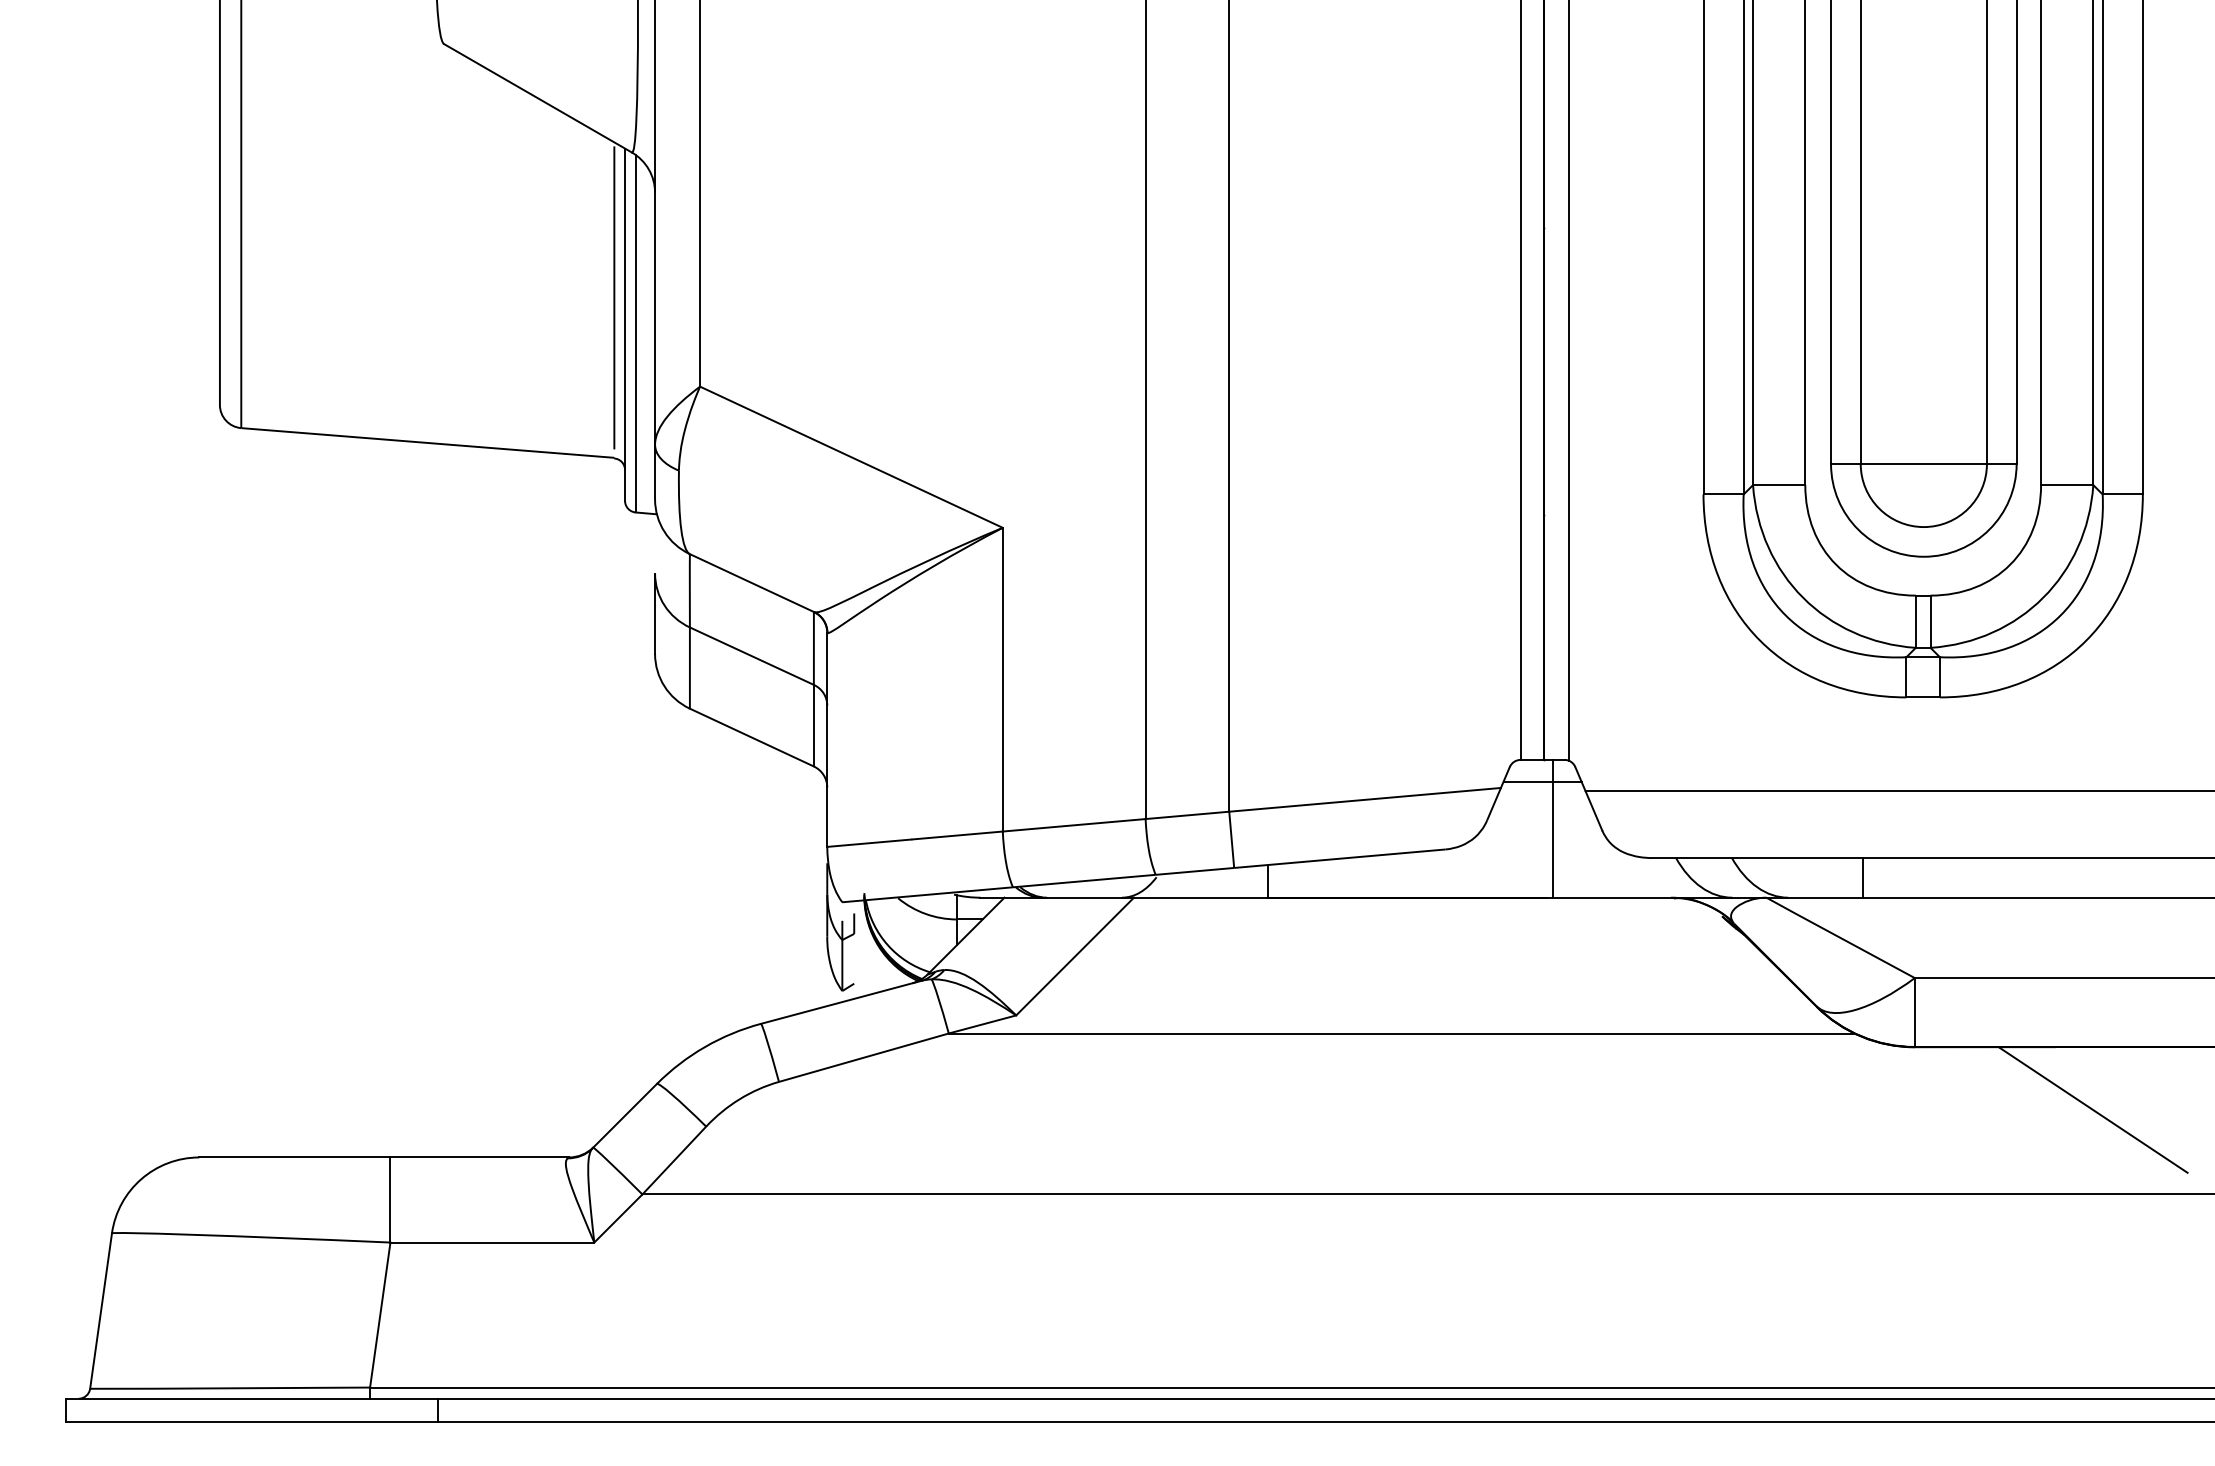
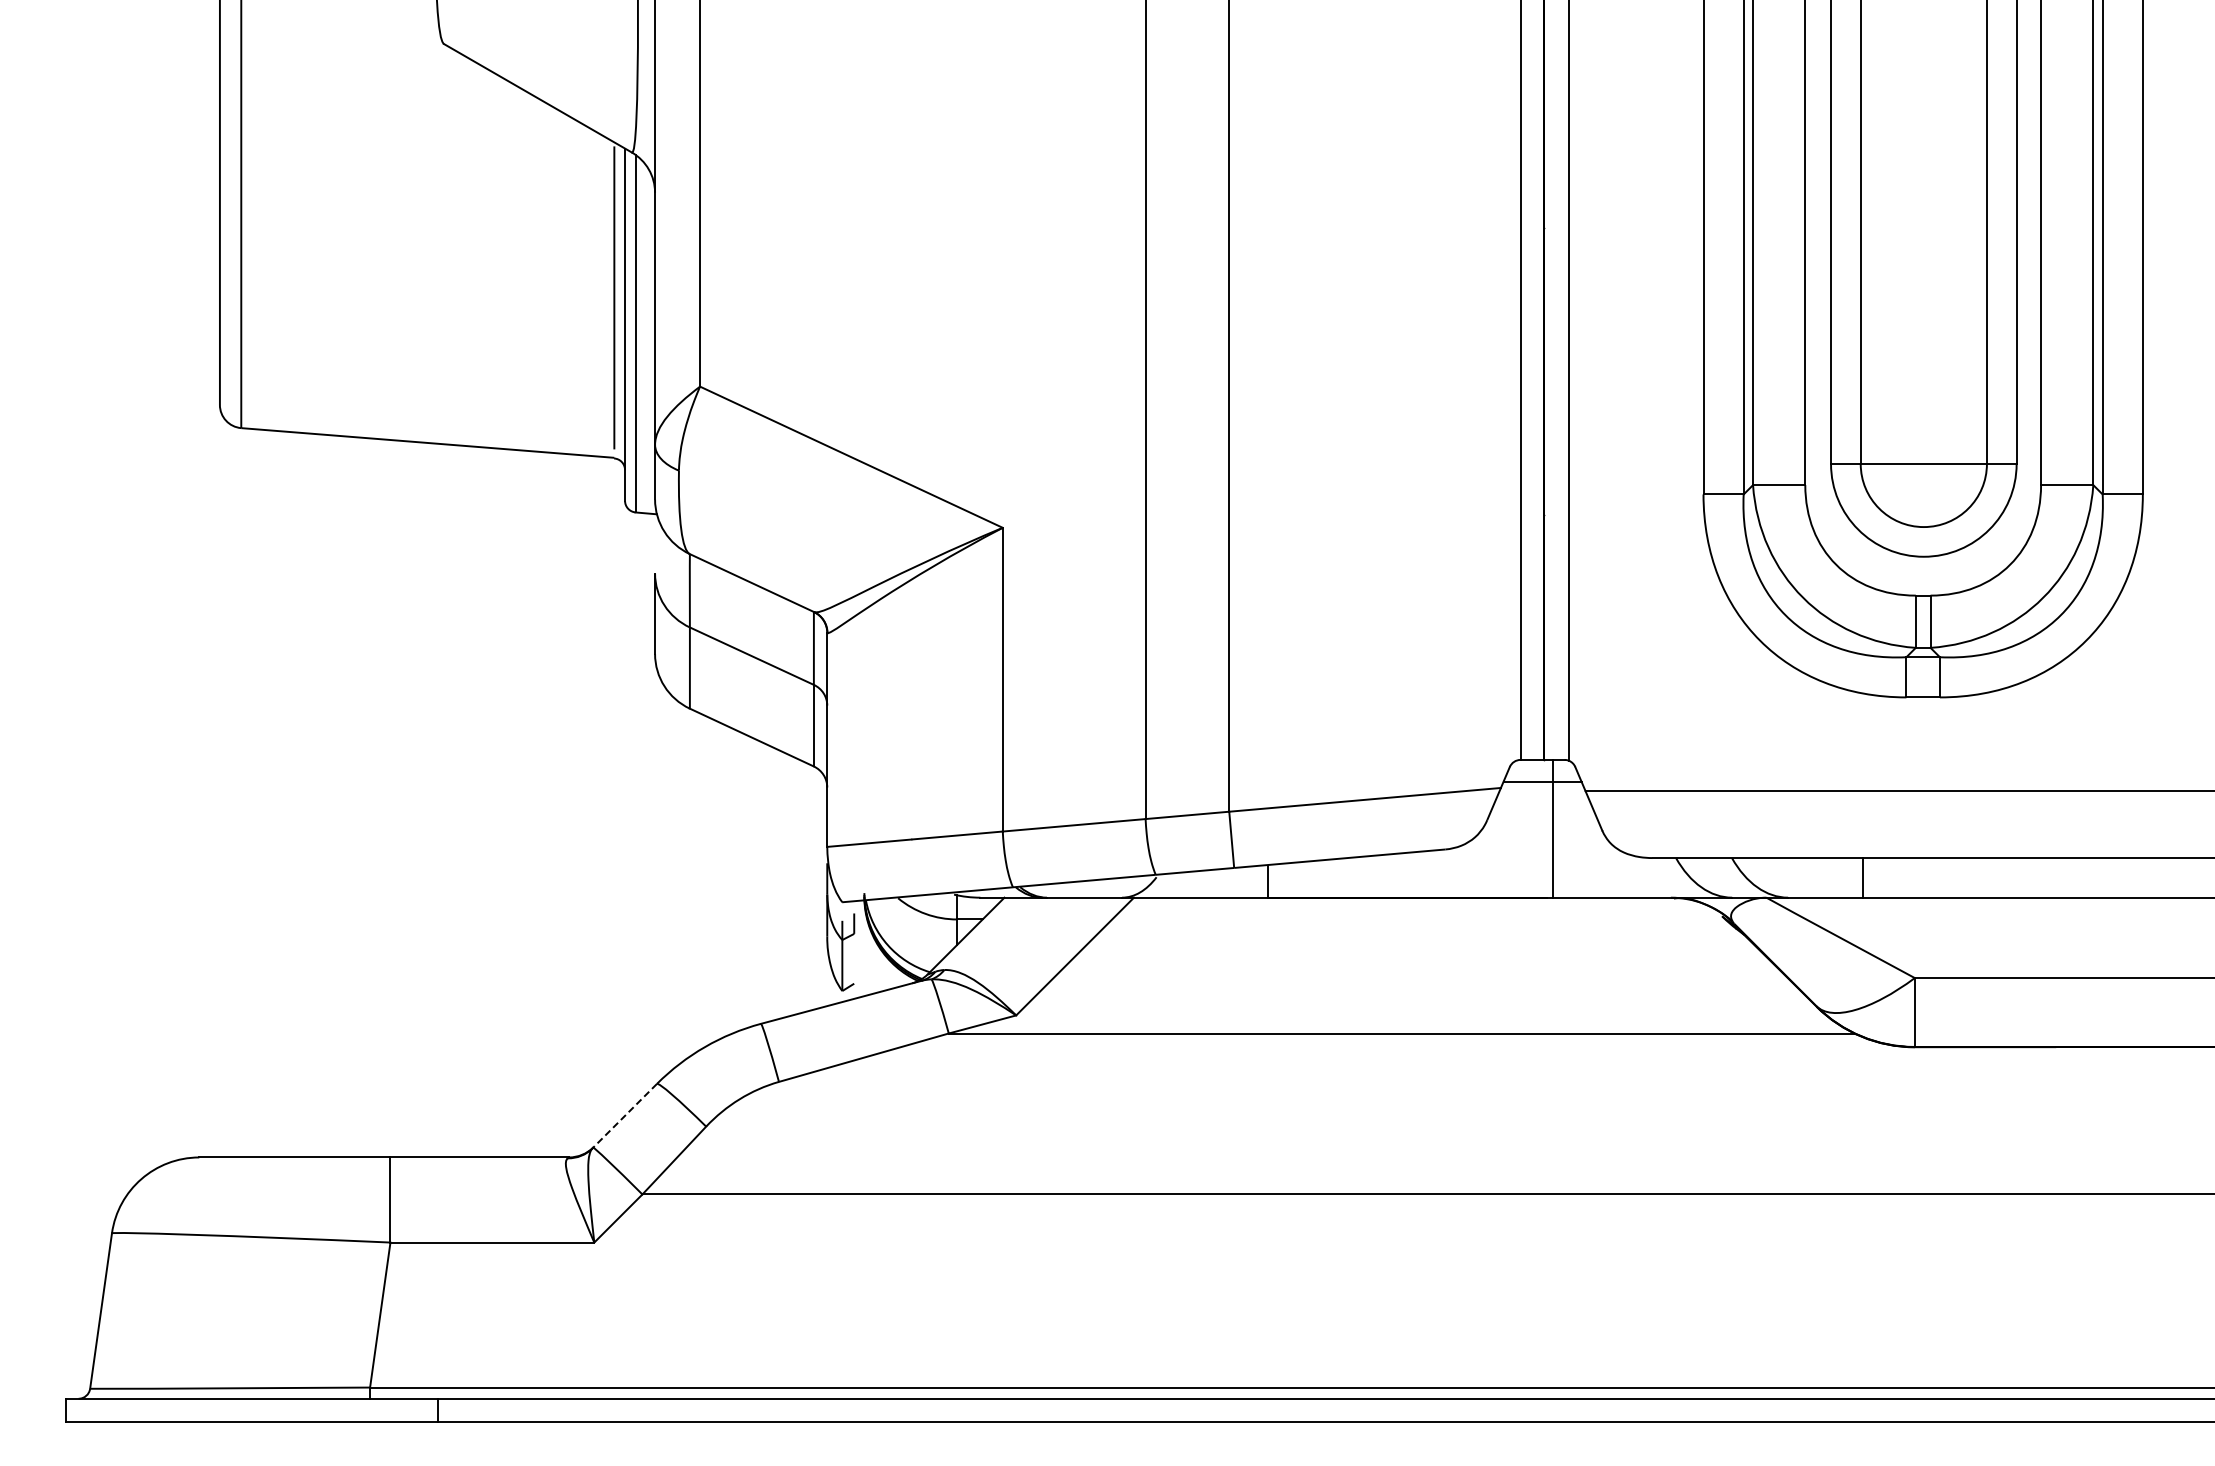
line at (2092, 1109): present -> none
line at (624, 1116): solid -> dashed
